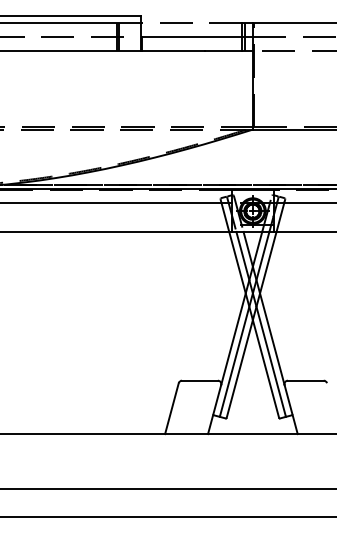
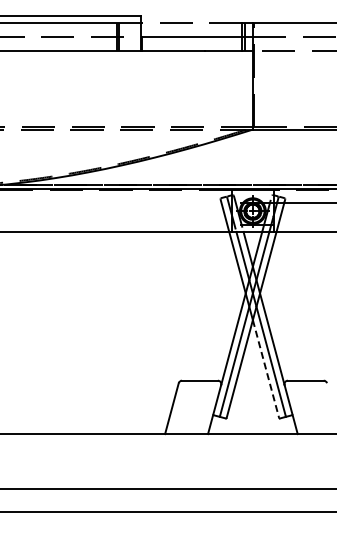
line at (117, 202): present -> none
line at (265, 368): solid -> dashed
line at (167, 517) position: (167, 517) -> (167, 512)
